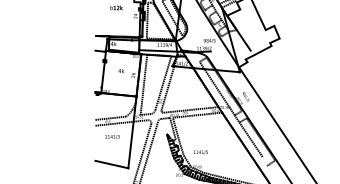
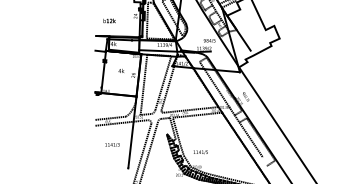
text at (116, 7) position: (116, 7) -> (109, 20)
text at (112, 136) position: (112, 136) -> (112, 144)
line at (111, 164): present -> none
